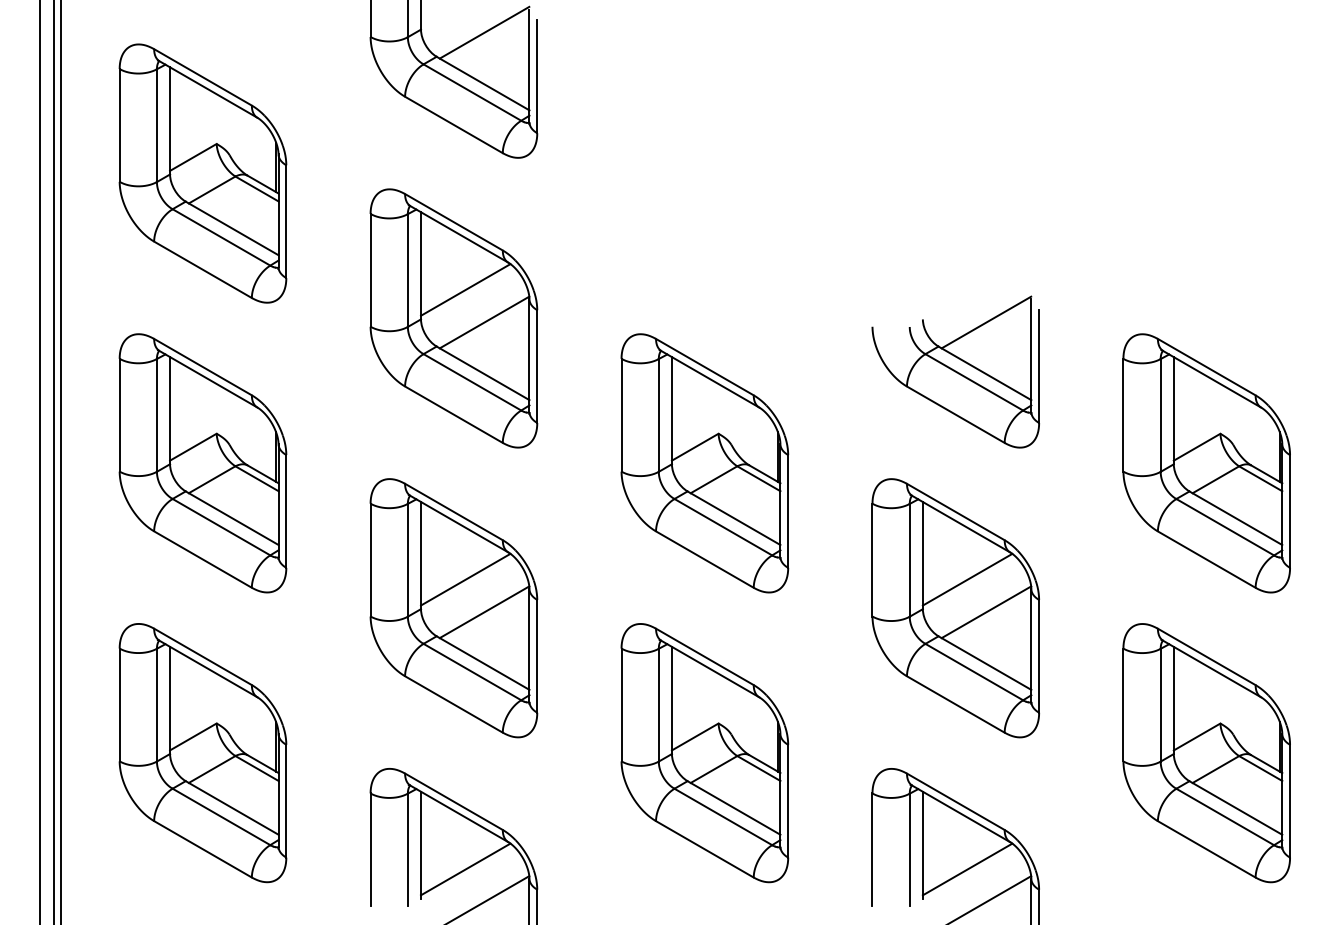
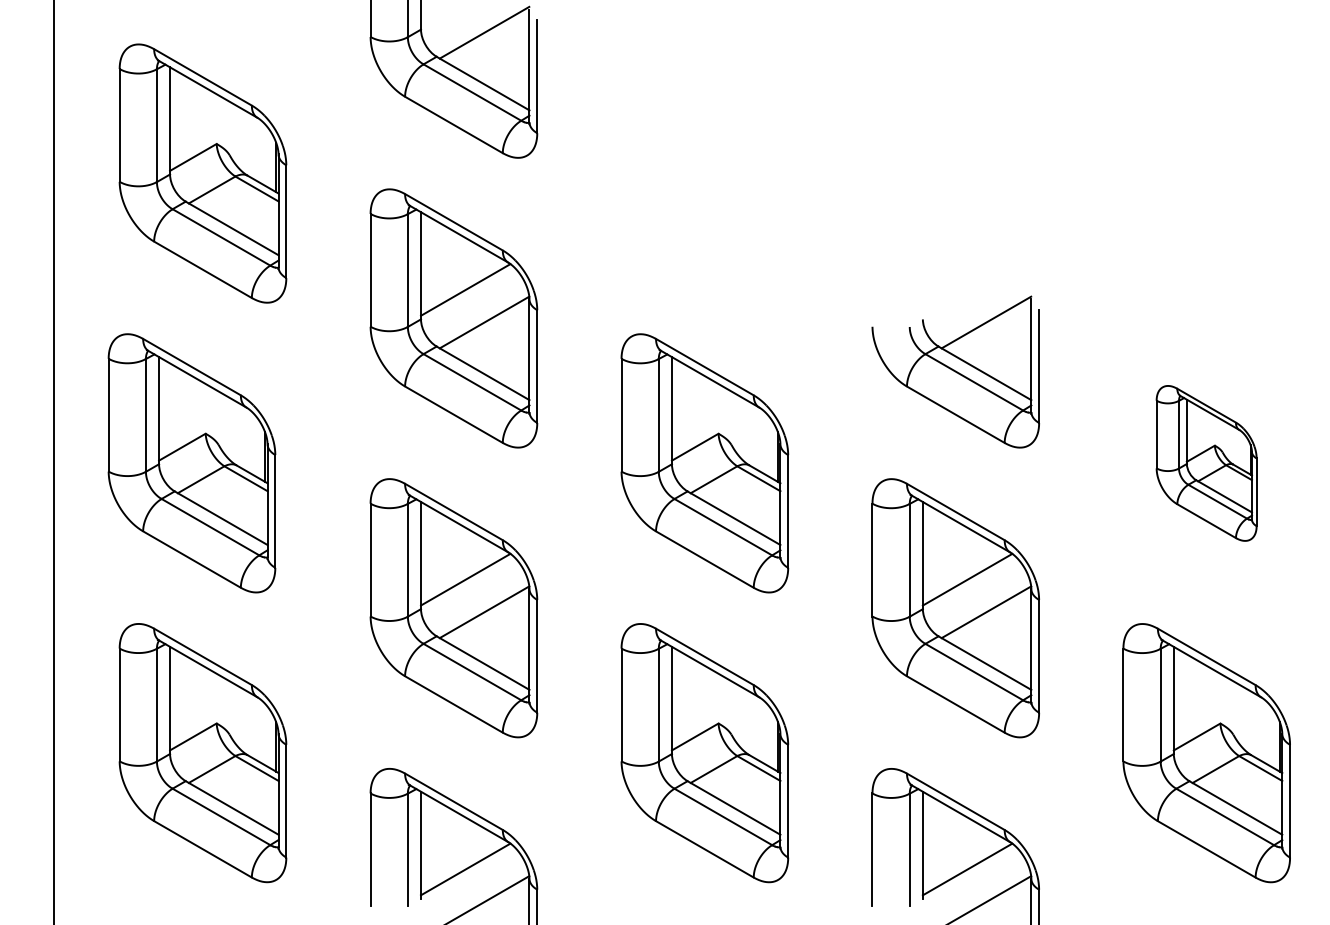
line at (39, 461): present -> none
line at (61, 461): present -> none
part at (202, 463) position: (202, 463) -> (191, 463)
part at (1206, 463) size: 169x261 px -> 103x157 px
